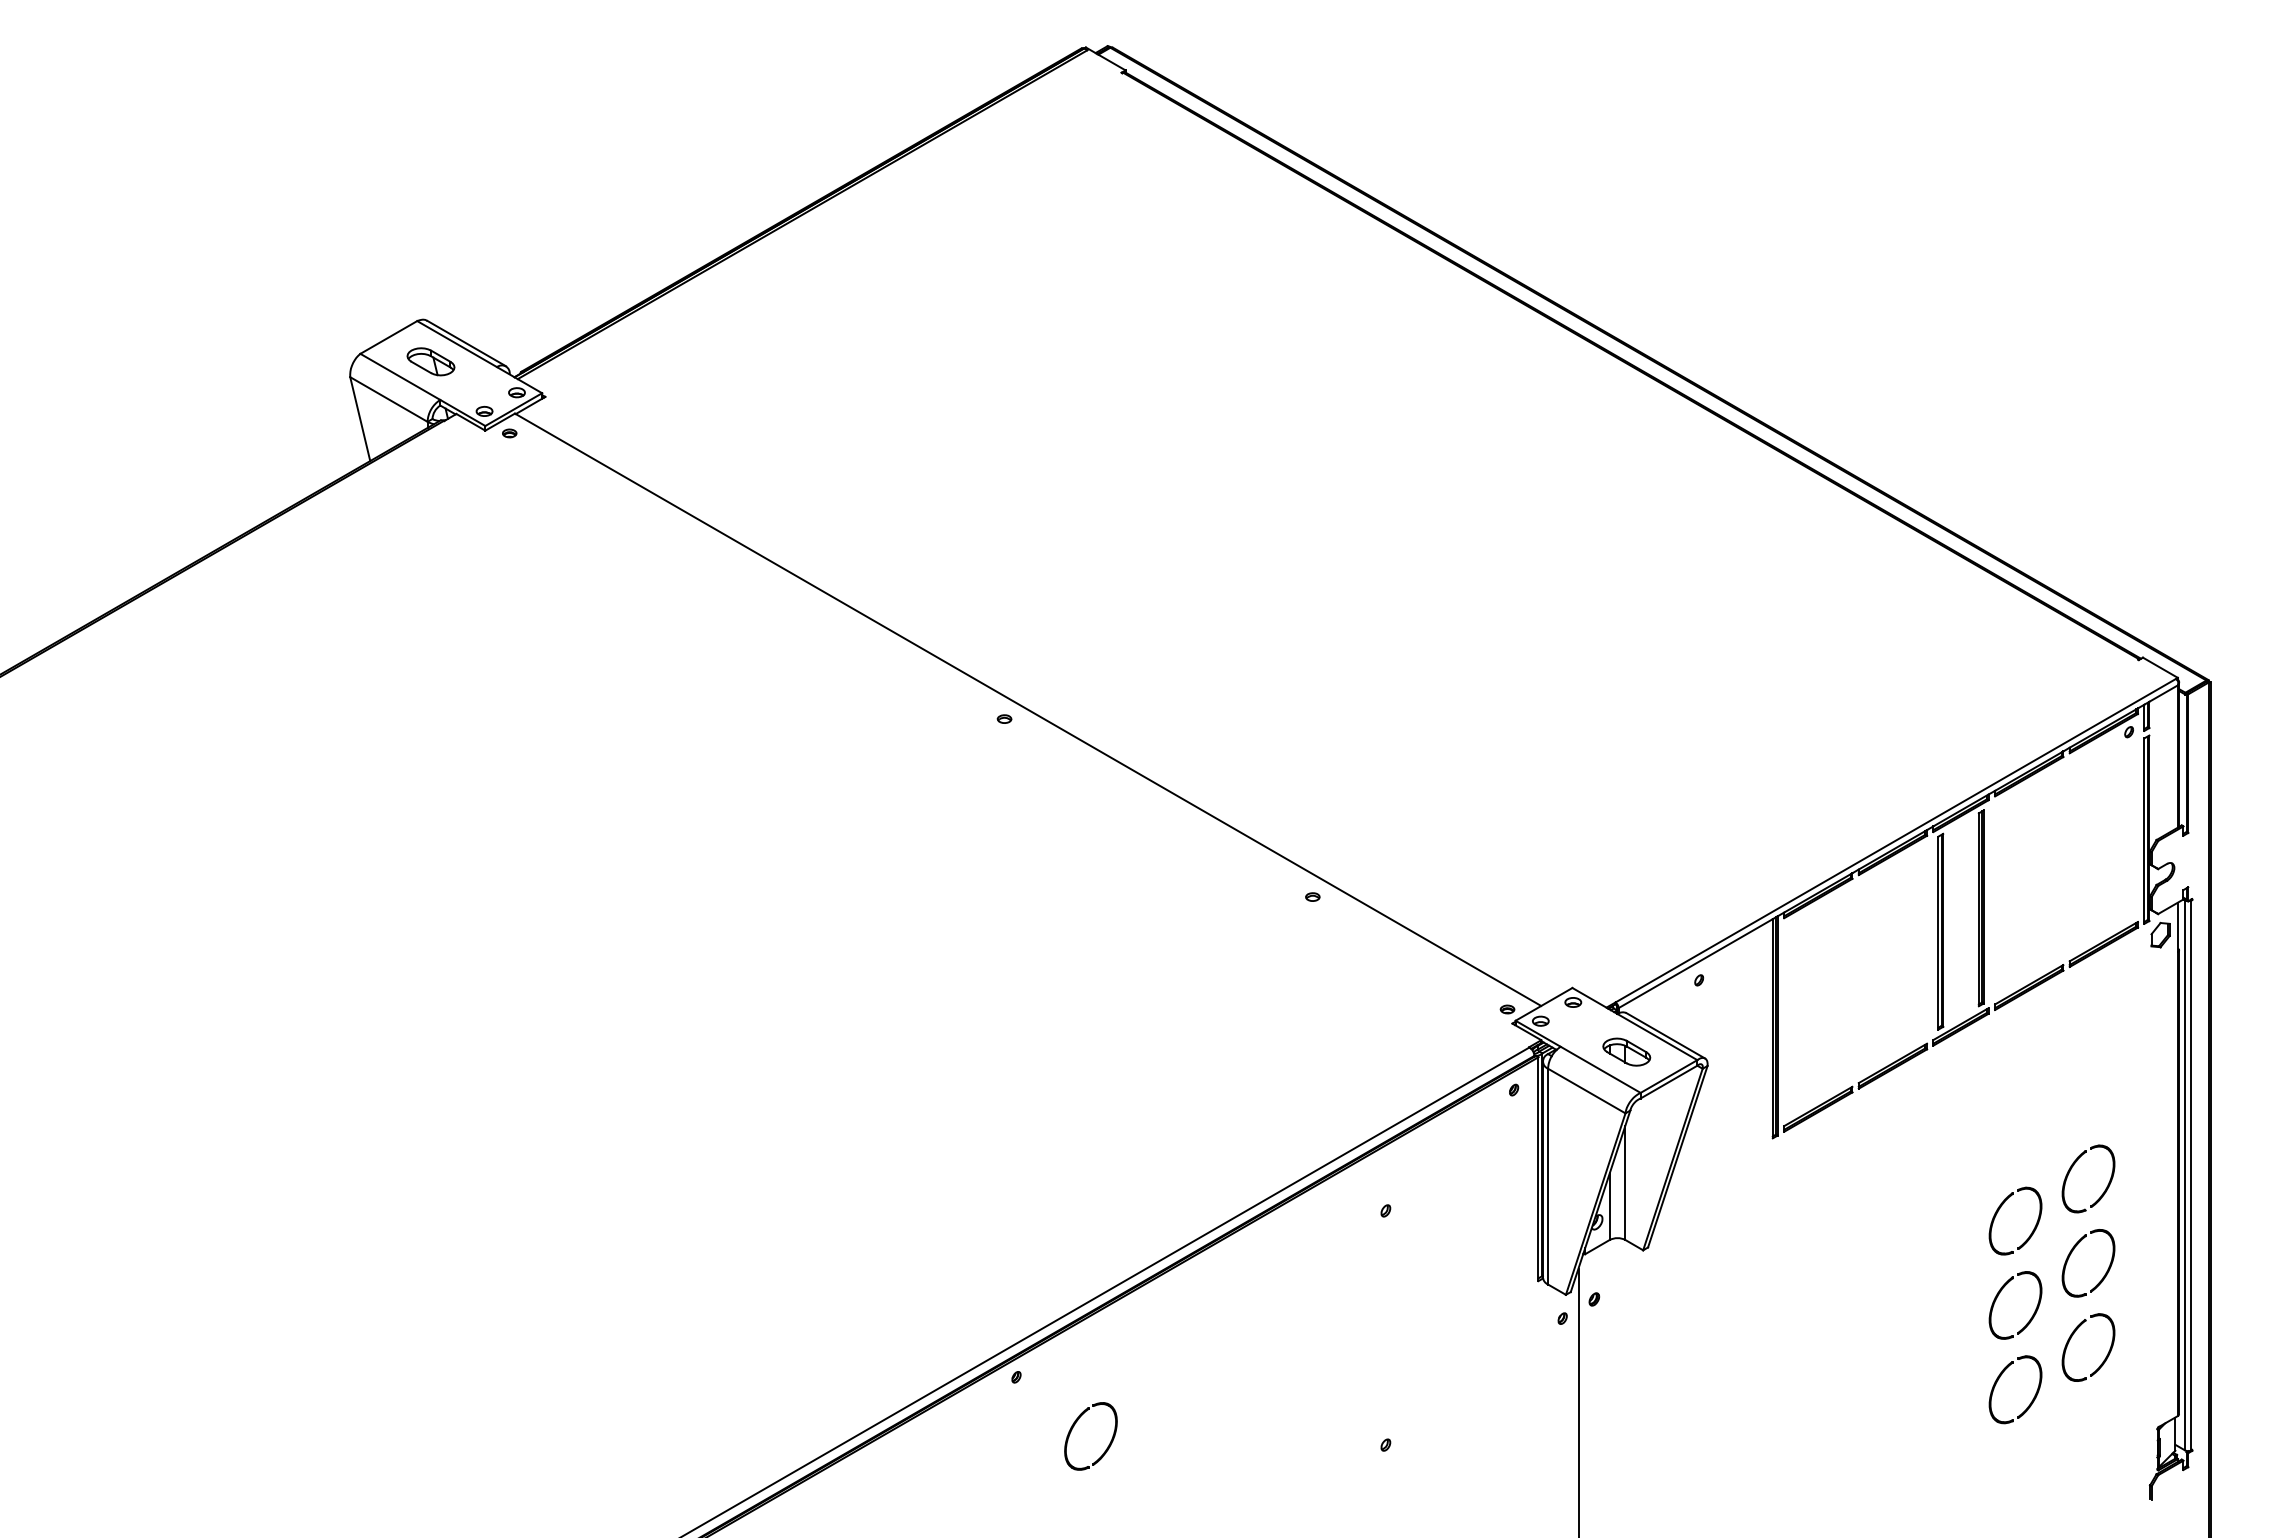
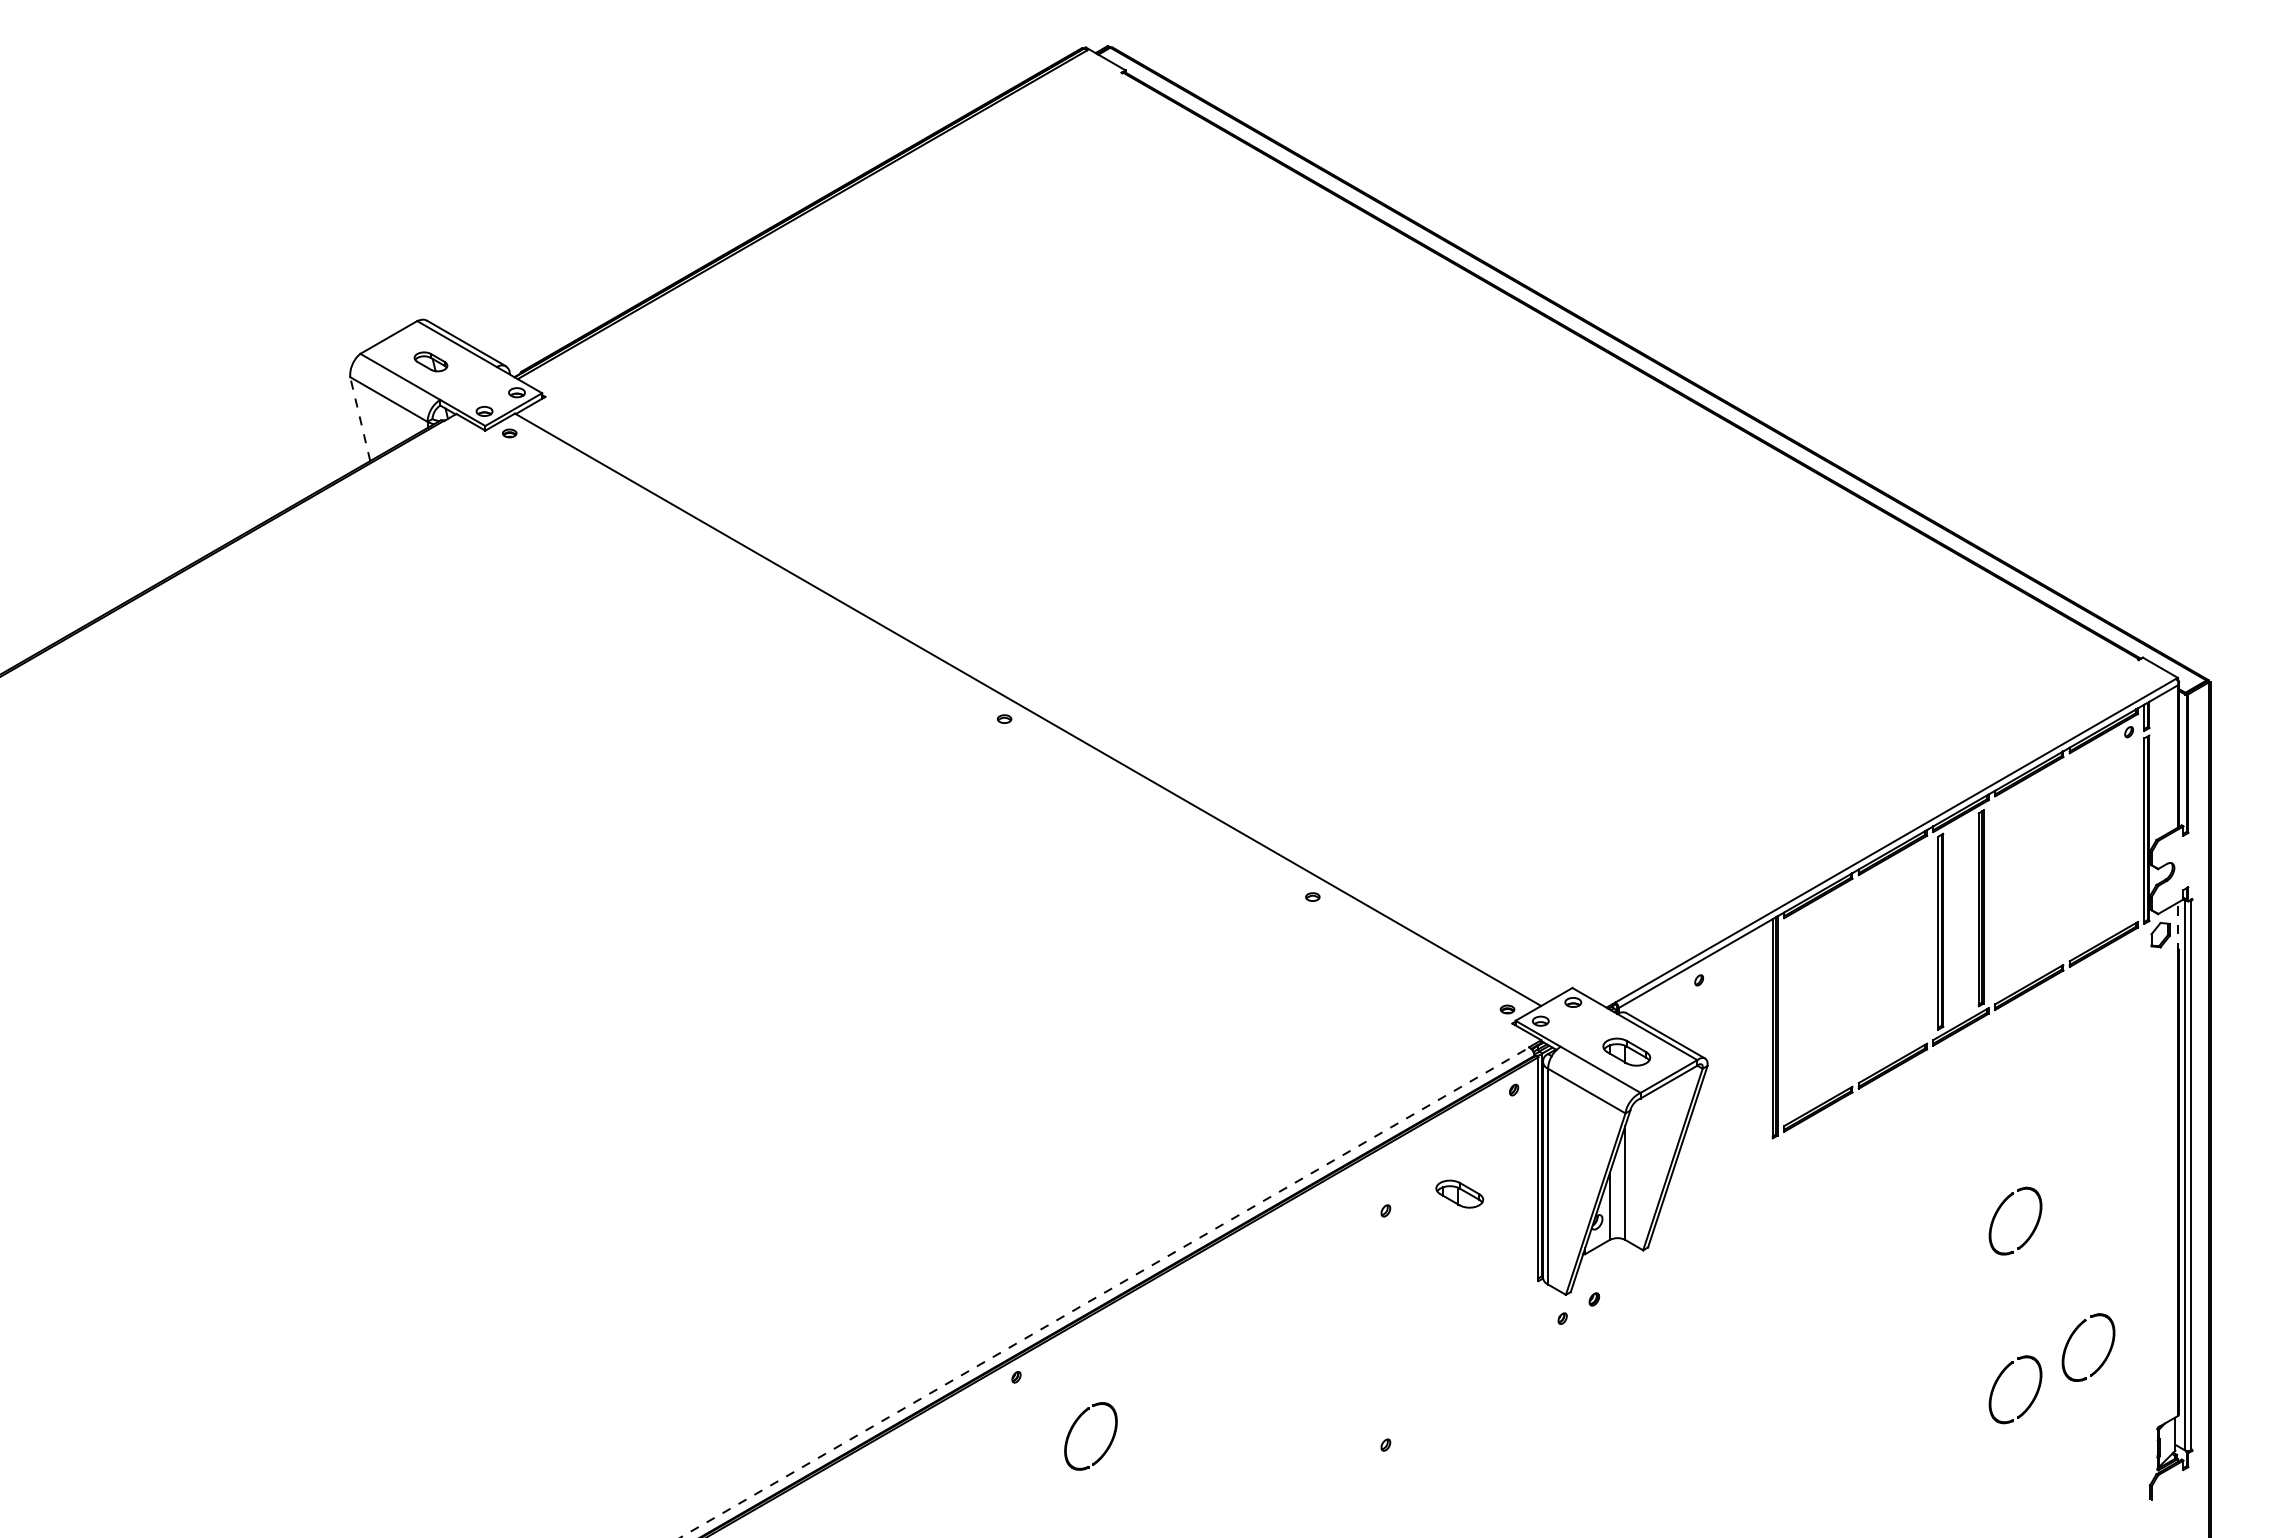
part at (430, 361) size: 50x30 px -> 36x22 px
line at (360, 418): solid -> dashed
line at (2177, 927): solid -> dashed
part at (2072, 1168): present -> none
part at (1459, 1193): none -> present
part at (2071, 1254): present -> none
line at (1105, 1292): solid -> dashed
part at (1998, 1296): present -> none
line at (1578, 1401): present -> none
